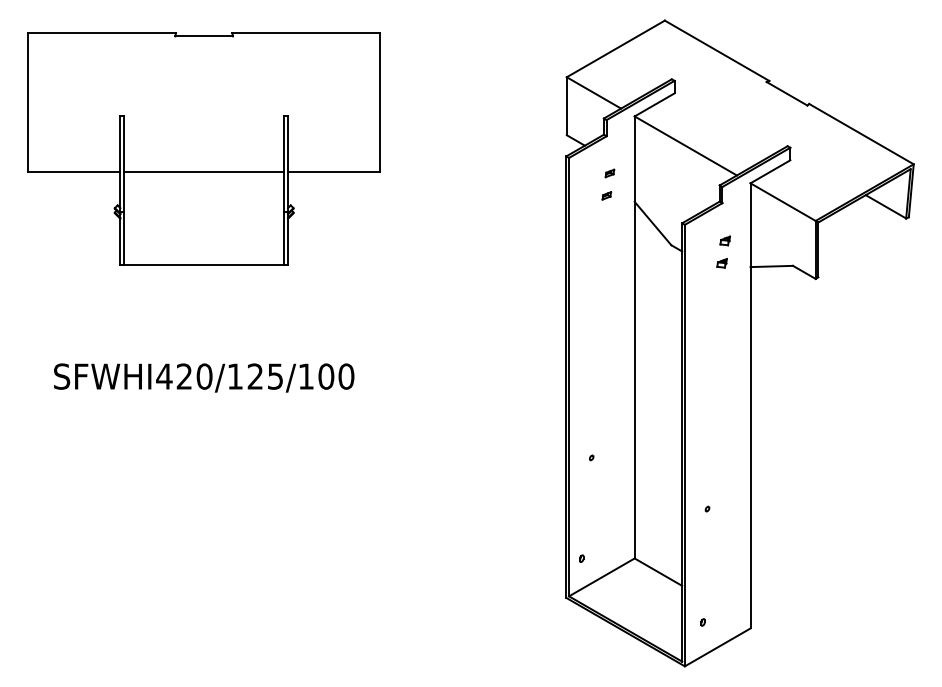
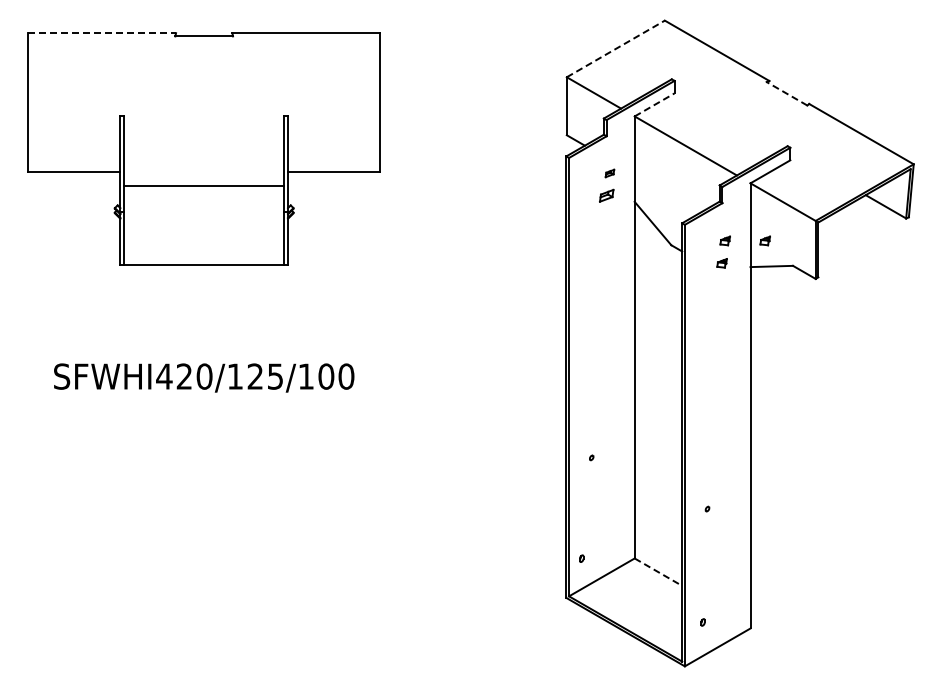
line at (102, 33): solid -> dashed
line at (615, 48): solid -> dashed
line at (787, 93): solid -> dashed
line at (654, 104): solid -> dashed
line at (204, 171) position: (204, 171) -> (204, 185)
part at (606, 195) size: 12x10 px -> 16x15 px
part at (764, 240): none -> present
line at (658, 572): solid -> dashed
